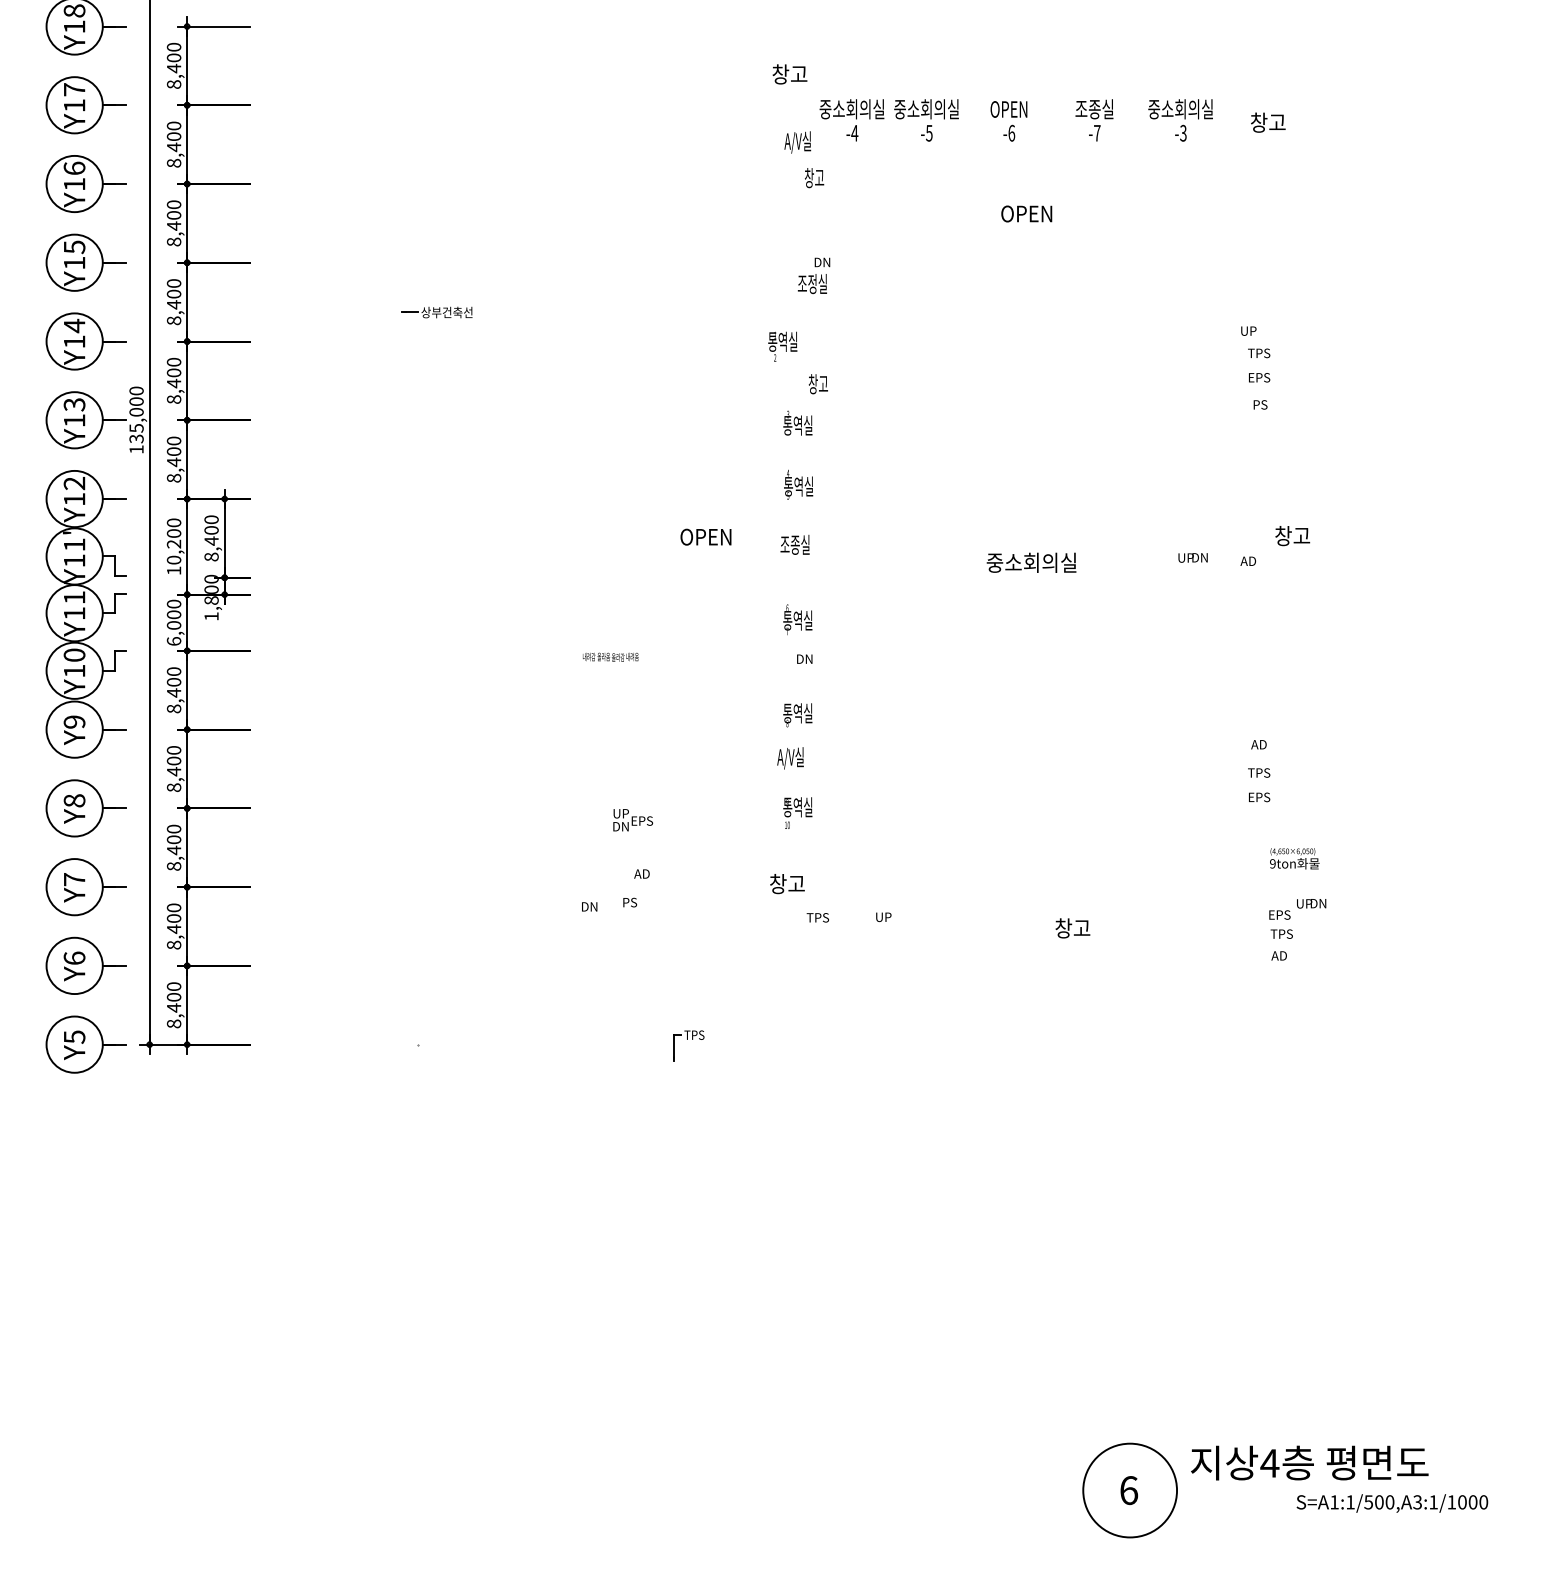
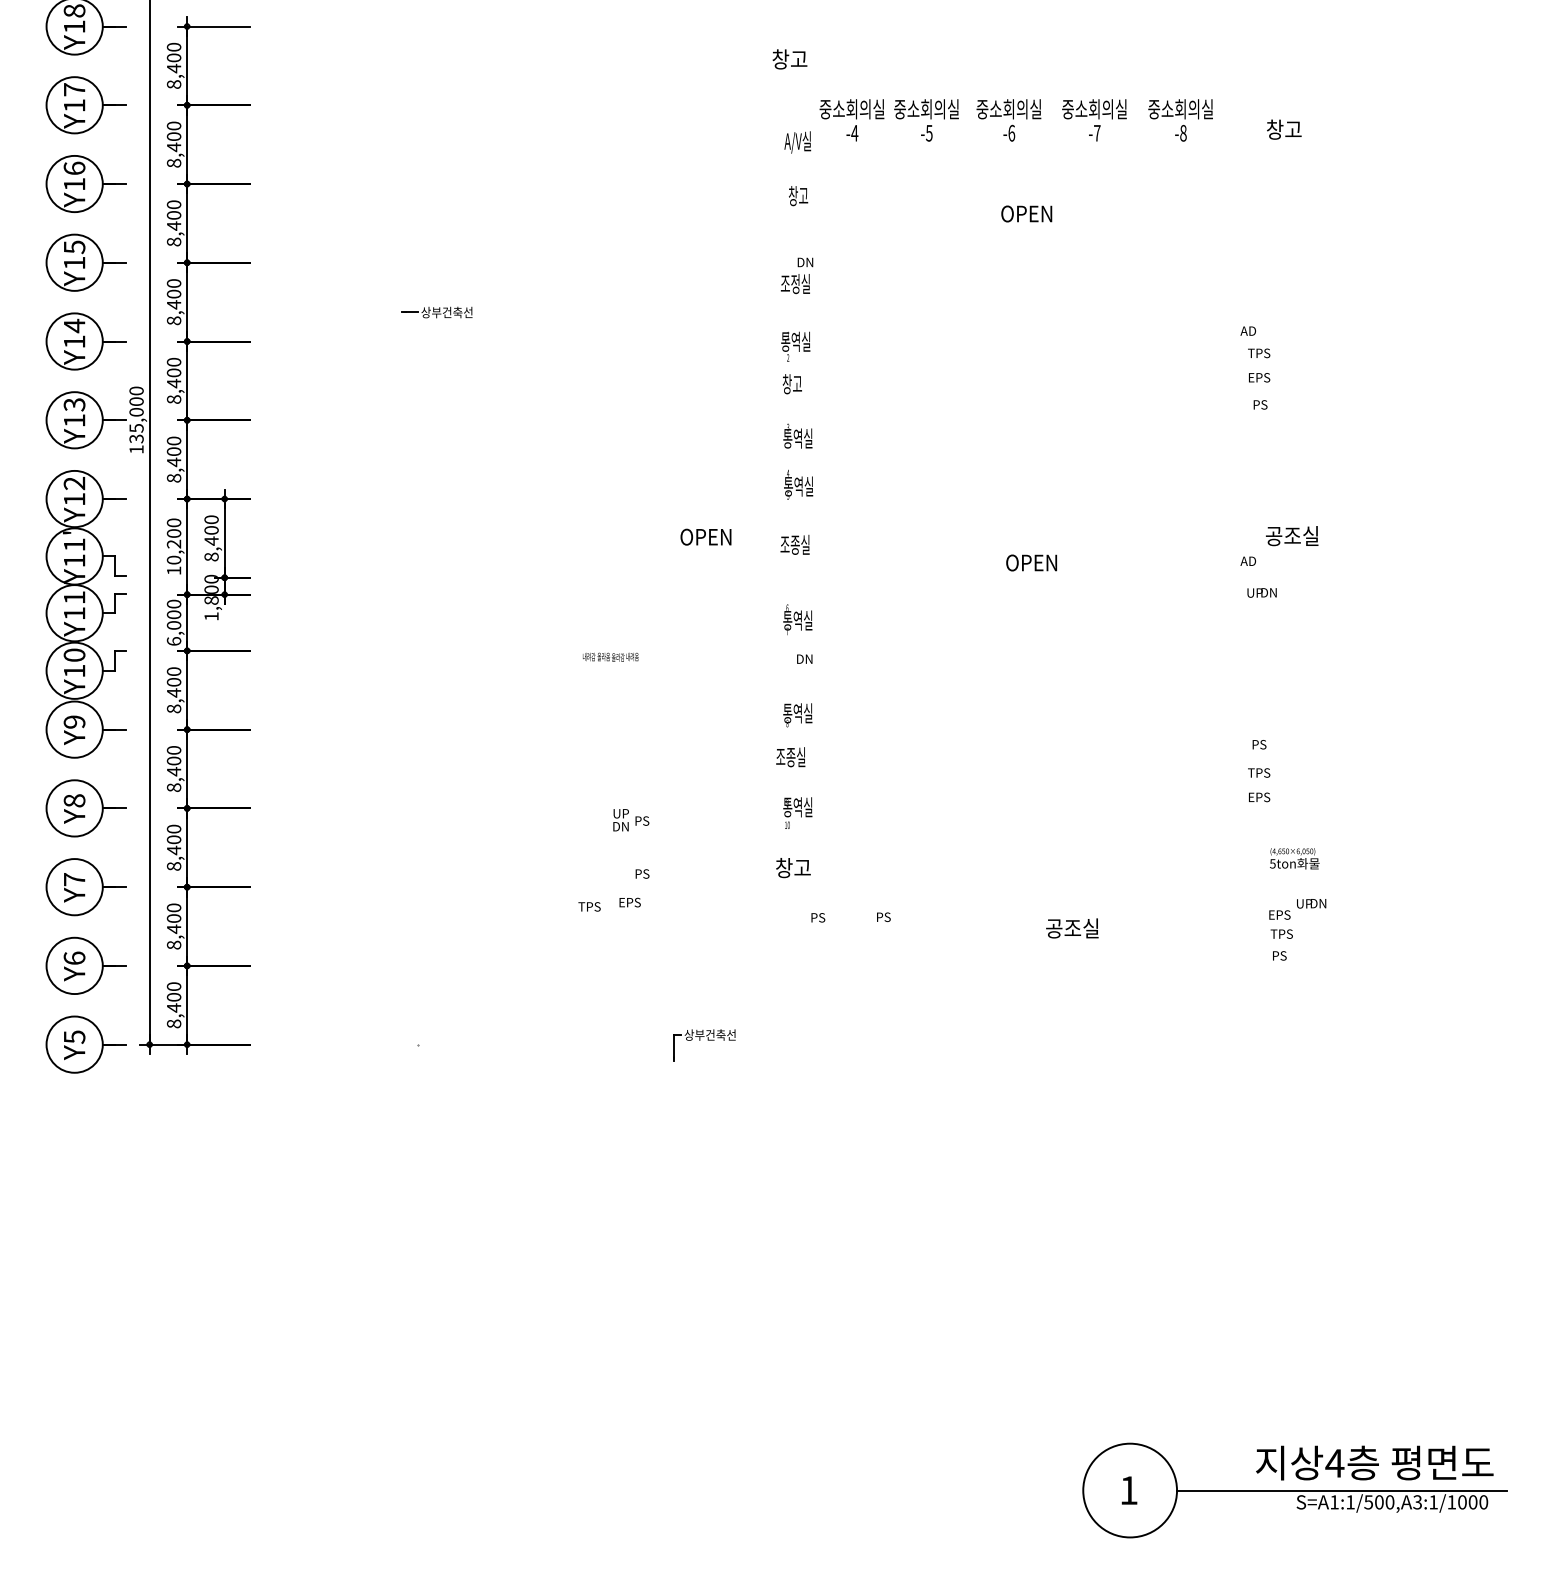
text at (789, 74) position: (789, 74) -> (789, 59)
text at (1008, 109): OPEN -> 중소회의실
text at (1094, 109): 조종실 -> 중소회의실
text at (1268, 122) position: (1268, 122) -> (1284, 129)
text at (1183, 133): -3 -> -8
text at (814, 178) position: (814, 178) -> (798, 196)
text at (813, 275) position: (813, 275) -> (796, 275)
text at (1248, 330): UP -> AD
text at (782, 346) position: (782, 346) -> (795, 346)
text at (817, 384) position: (817, 384) -> (791, 384)
text at (797, 422) position: (797, 422) -> (797, 435)
text at (1291, 536): 창고 -> 공조실
text at (1192, 557) position: (1192, 557) -> (1261, 592)
text at (1031, 562): 중소회의실 -> OPEN
text at (1258, 744): AD -> PS
text at (790, 758): A/V실 -> 조종실
text at (642, 820): EPS -> PS
text at (1272, 863): 9ton -> 5ton
text at (641, 873): AD -> PS
text at (787, 884) position: (787, 884) -> (793, 868)
text at (629, 902): PS -> EPS
text at (589, 906): DN -> TPS
text at (817, 917): TPS -> PS
text at (883, 917): UP -> PS
text at (1072, 928): 창고 -> 공조실
text at (1278, 955): AD -> PS
text at (709, 1034): TPS -> 상부건축선
text at (1309, 1462) position: (1309, 1462) -> (1374, 1462)
text at (1129, 1490): 6 -> 1
line at (1342, 1490): none -> present
